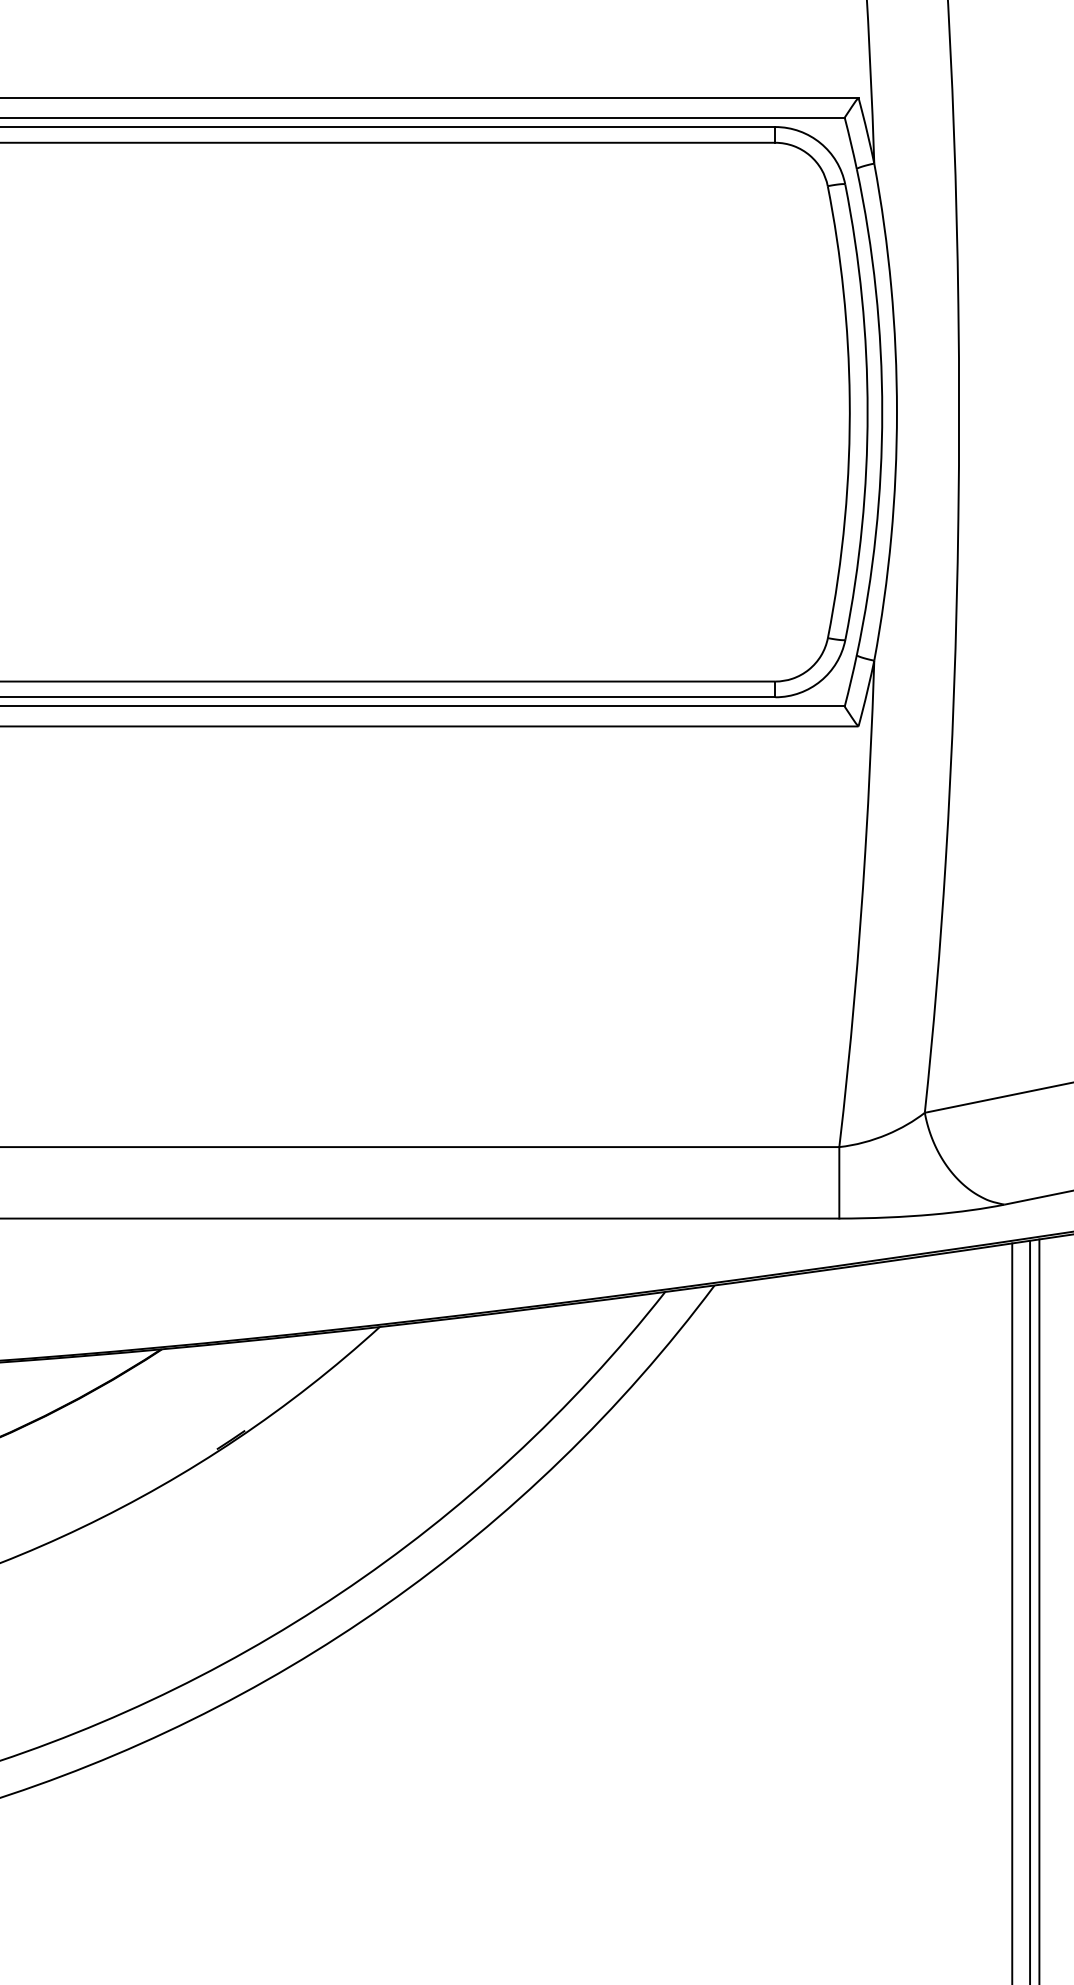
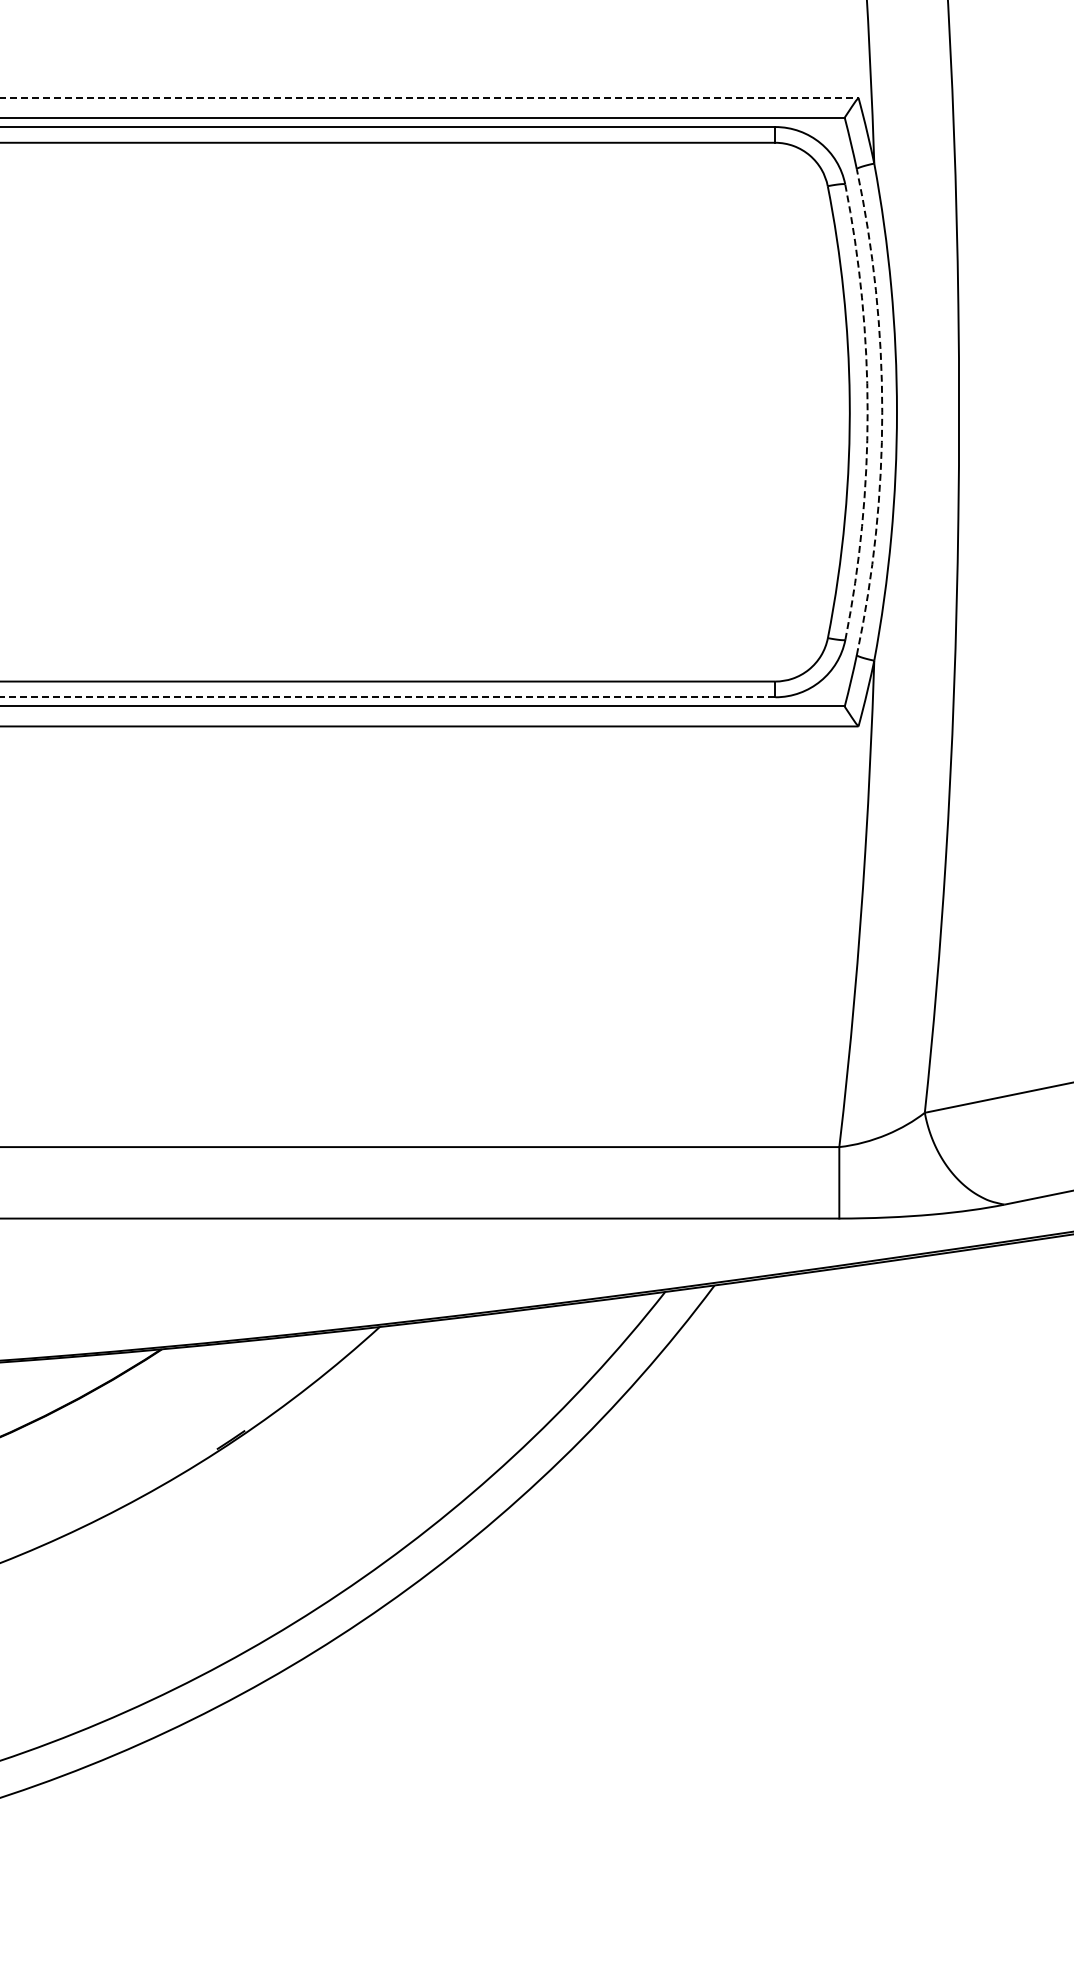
line at (429, 97): solid -> dashed
arc at (867, 412): solid -> dashed
arc at (882, 412): solid -> dashed
line at (387, 697): solid -> dashed
line at (1030, 1610): present -> none
line at (1039, 1610): present -> none
line at (1012, 1612): present -> none
